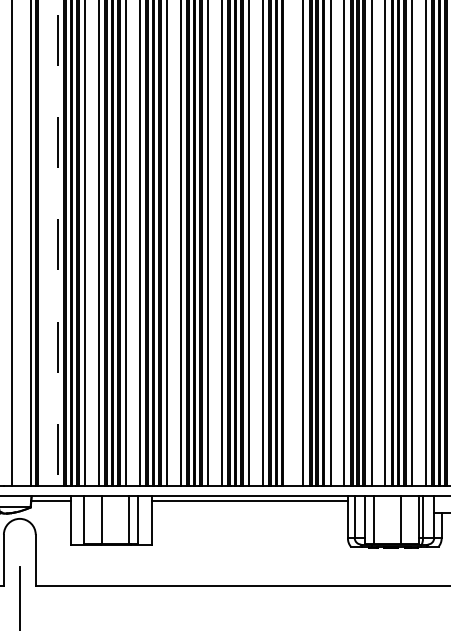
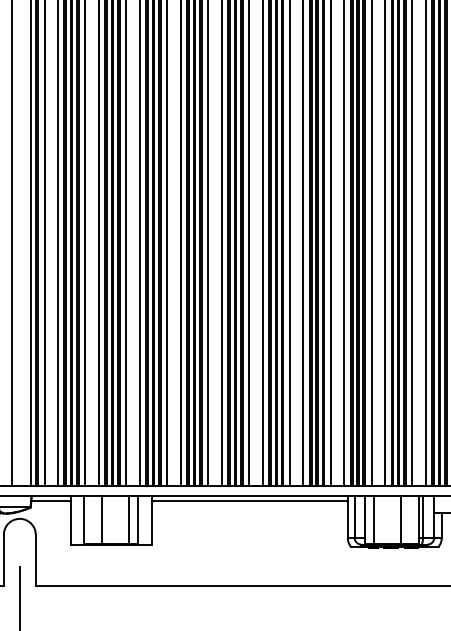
line at (57, 243): dashed -> solid
line at (44, 244): none -> present
line at (289, 244): none -> present
